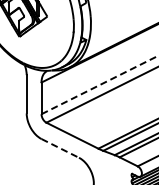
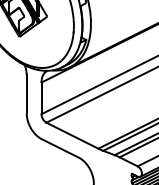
line at (100, 84): dashed -> solid
line at (60, 148): dashed -> solid
